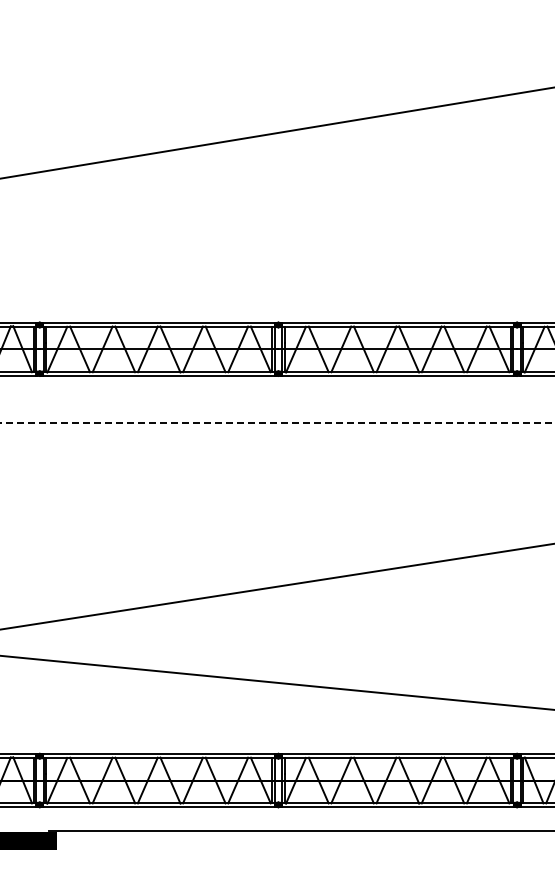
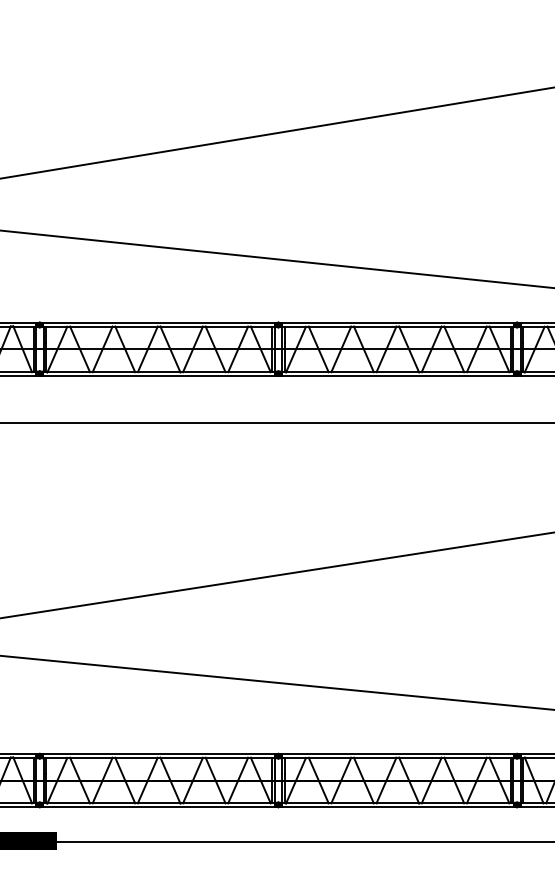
line at (276, 258): none -> present
line at (277, 422): dashed -> solid
line at (276, 586) position: (276, 586) -> (276, 574)
line at (300, 830) position: (300, 830) -> (300, 841)
